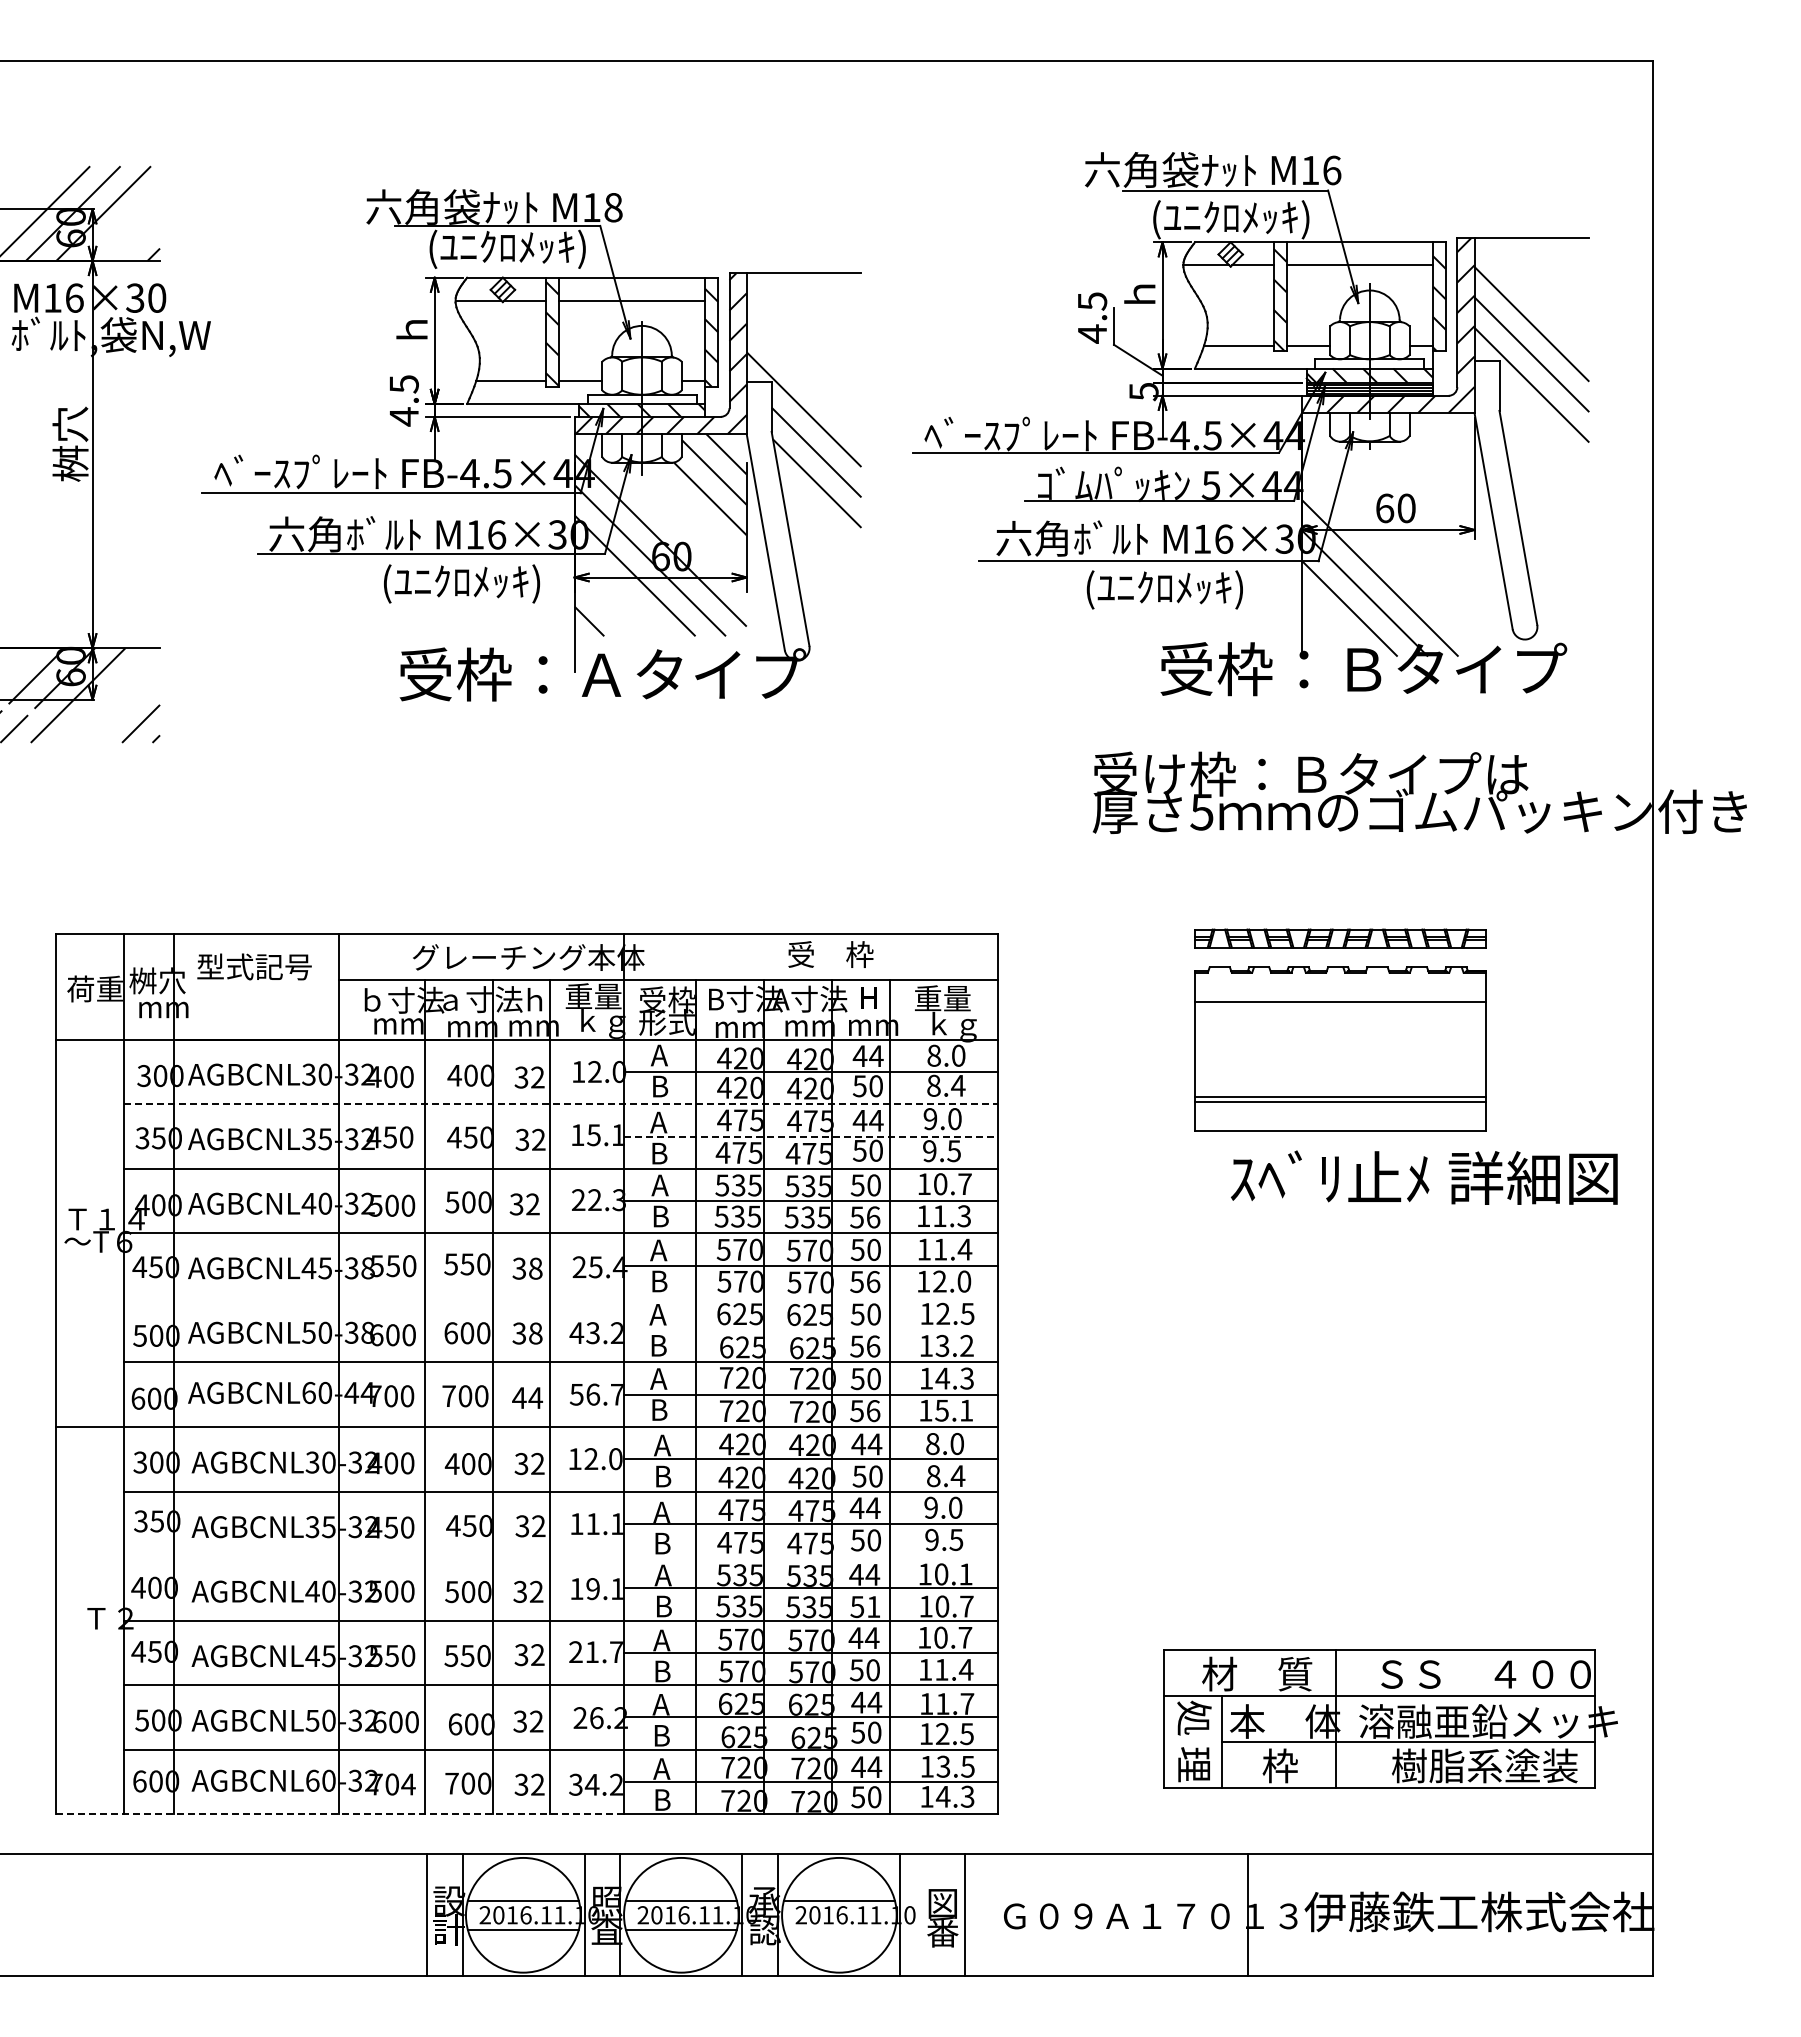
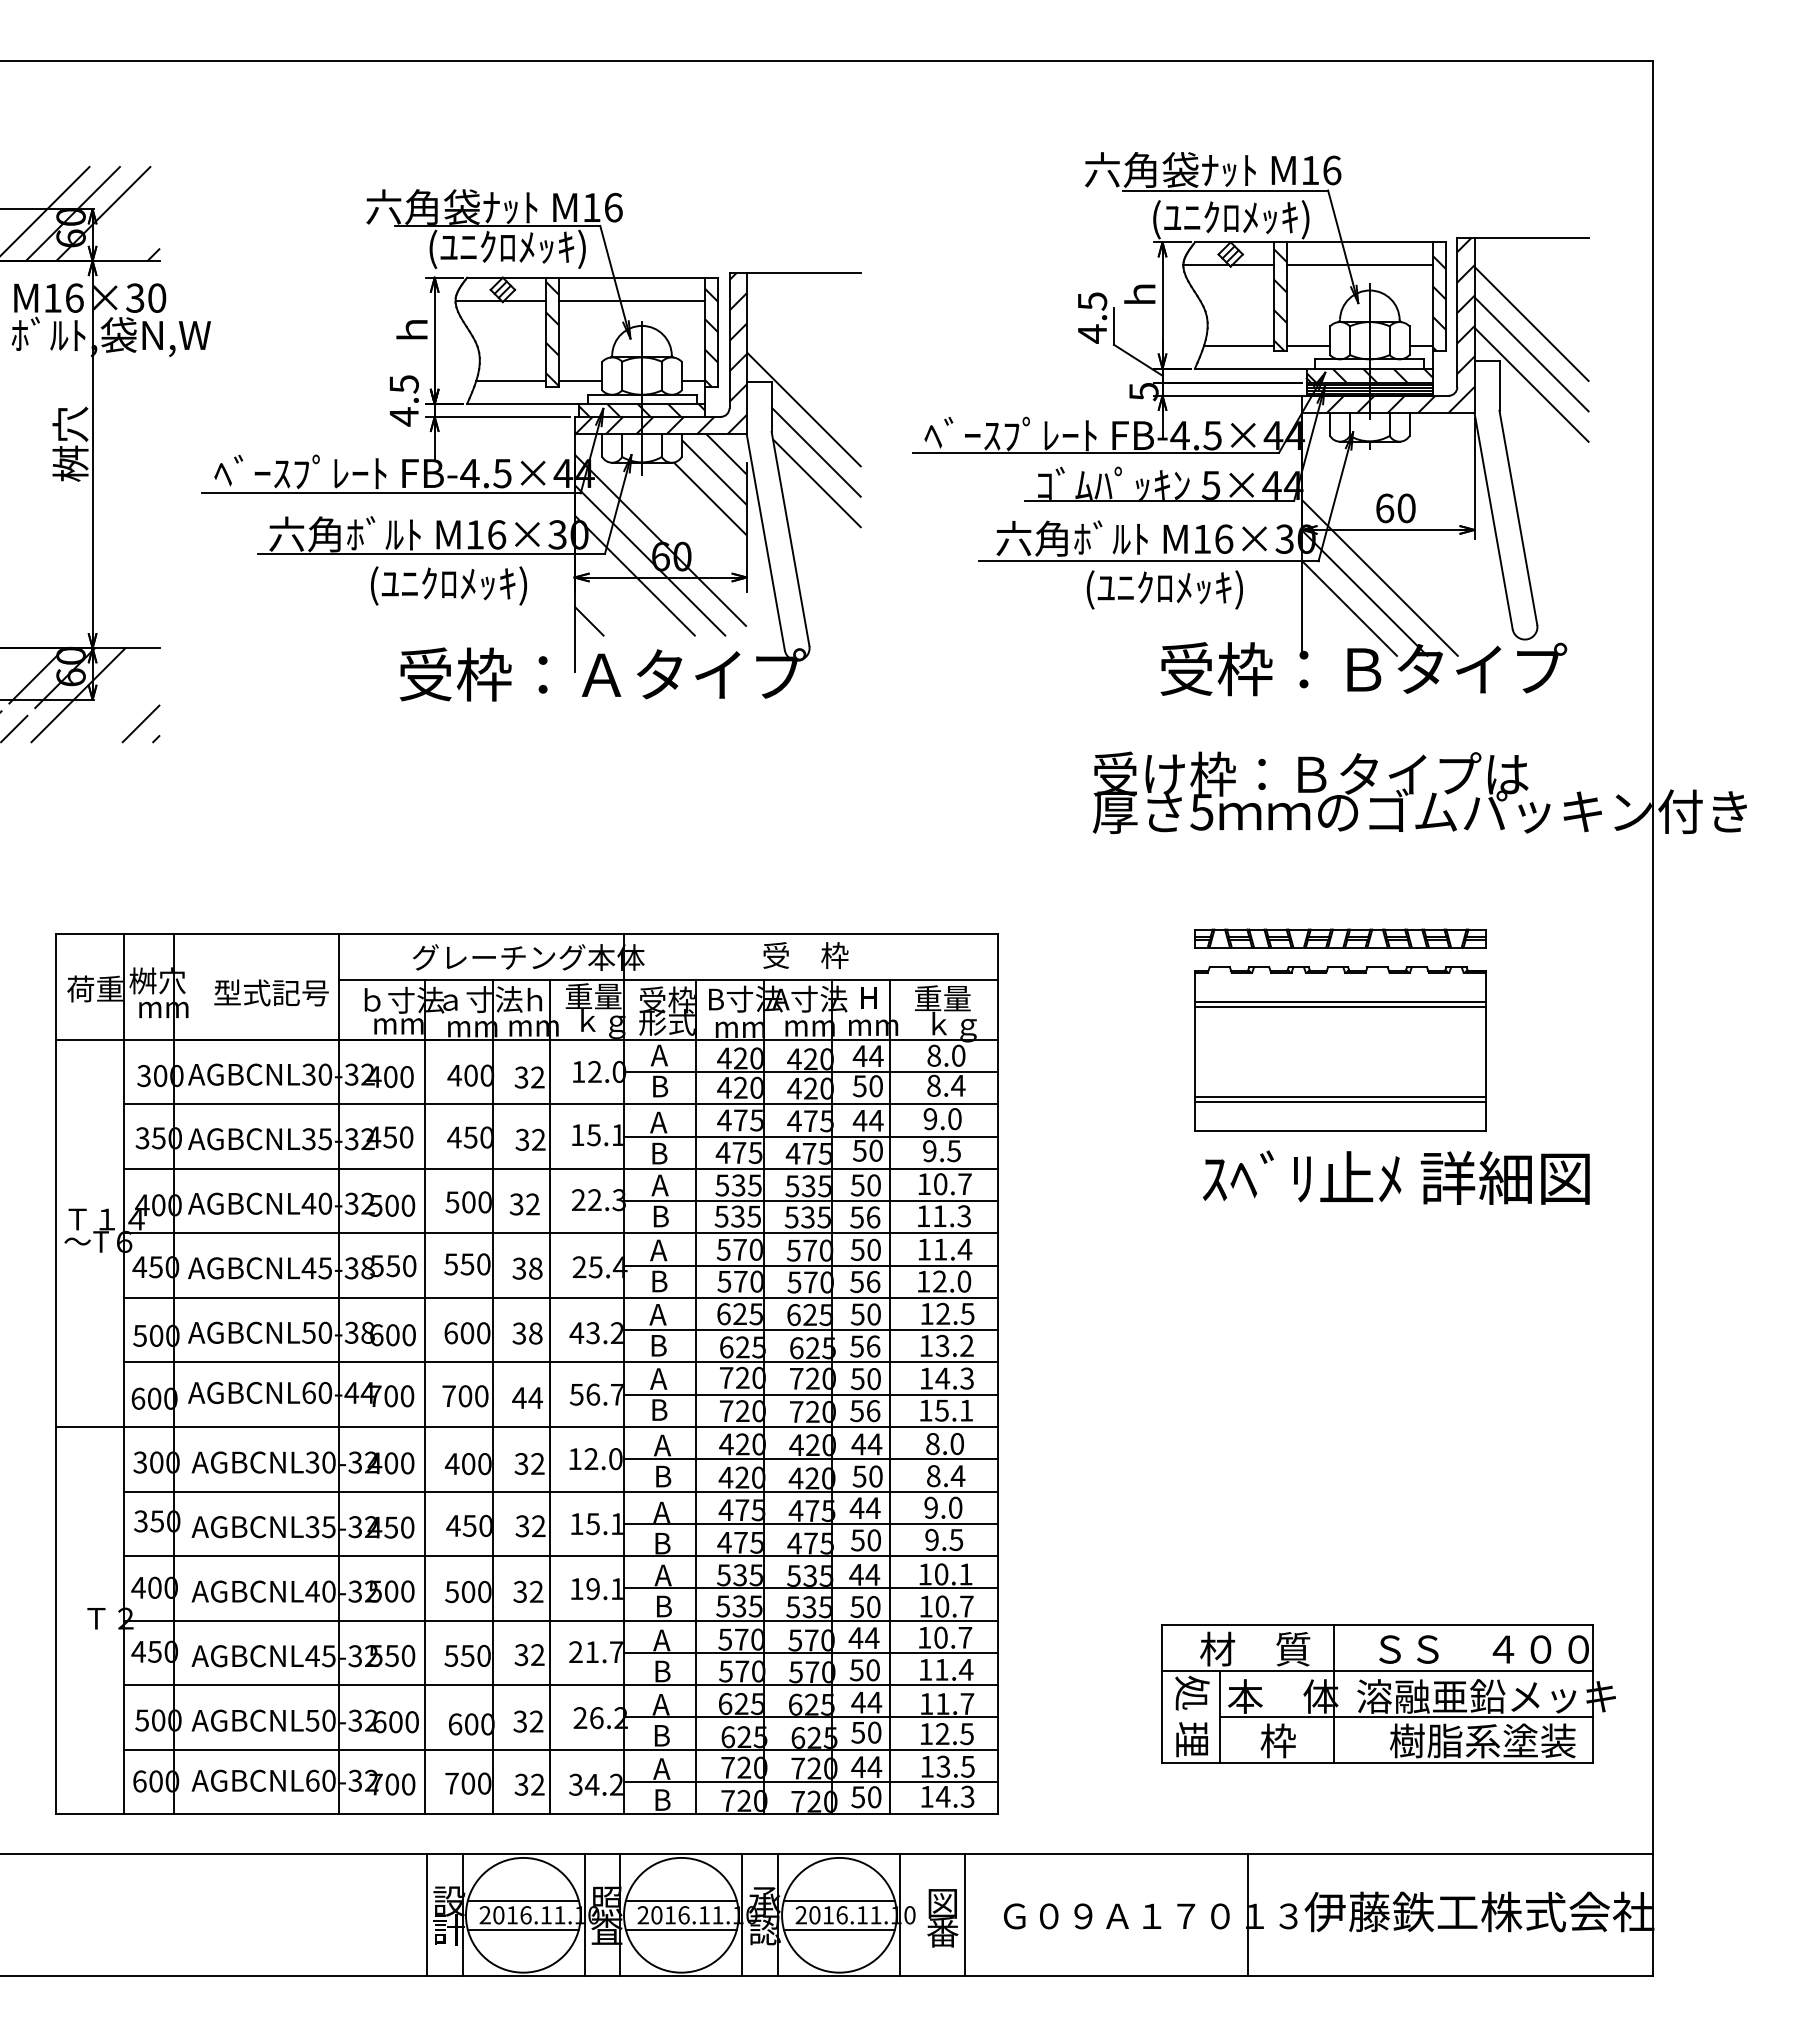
text at (613, 207): M18 -> M16
text at (461, 583) position: (461, 583) -> (448, 585)
text at (830, 954) position: (830, 954) -> (805, 955)
text at (254, 966) position: (254, 966) -> (271, 992)
line at (1340, 1006): none -> present
line at (561, 1104): dashed -> solid
line at (811, 1136): dashed -> solid
text at (1424, 1177) position: (1424, 1177) -> (1396, 1177)
line at (560, 1297): none -> present
line at (811, 1330): none -> present
text at (592, 1524): 11.1 -> 15.1
line at (560, 1556): none -> present
text at (873, 1607): 51 -> 50
part at (1390, 1718) position: (1390, 1718) -> (1388, 1693)
text at (408, 1784): 704 -> 700
line at (340, 1814): dashed -> solid
line at (838, 1929): none -> present
